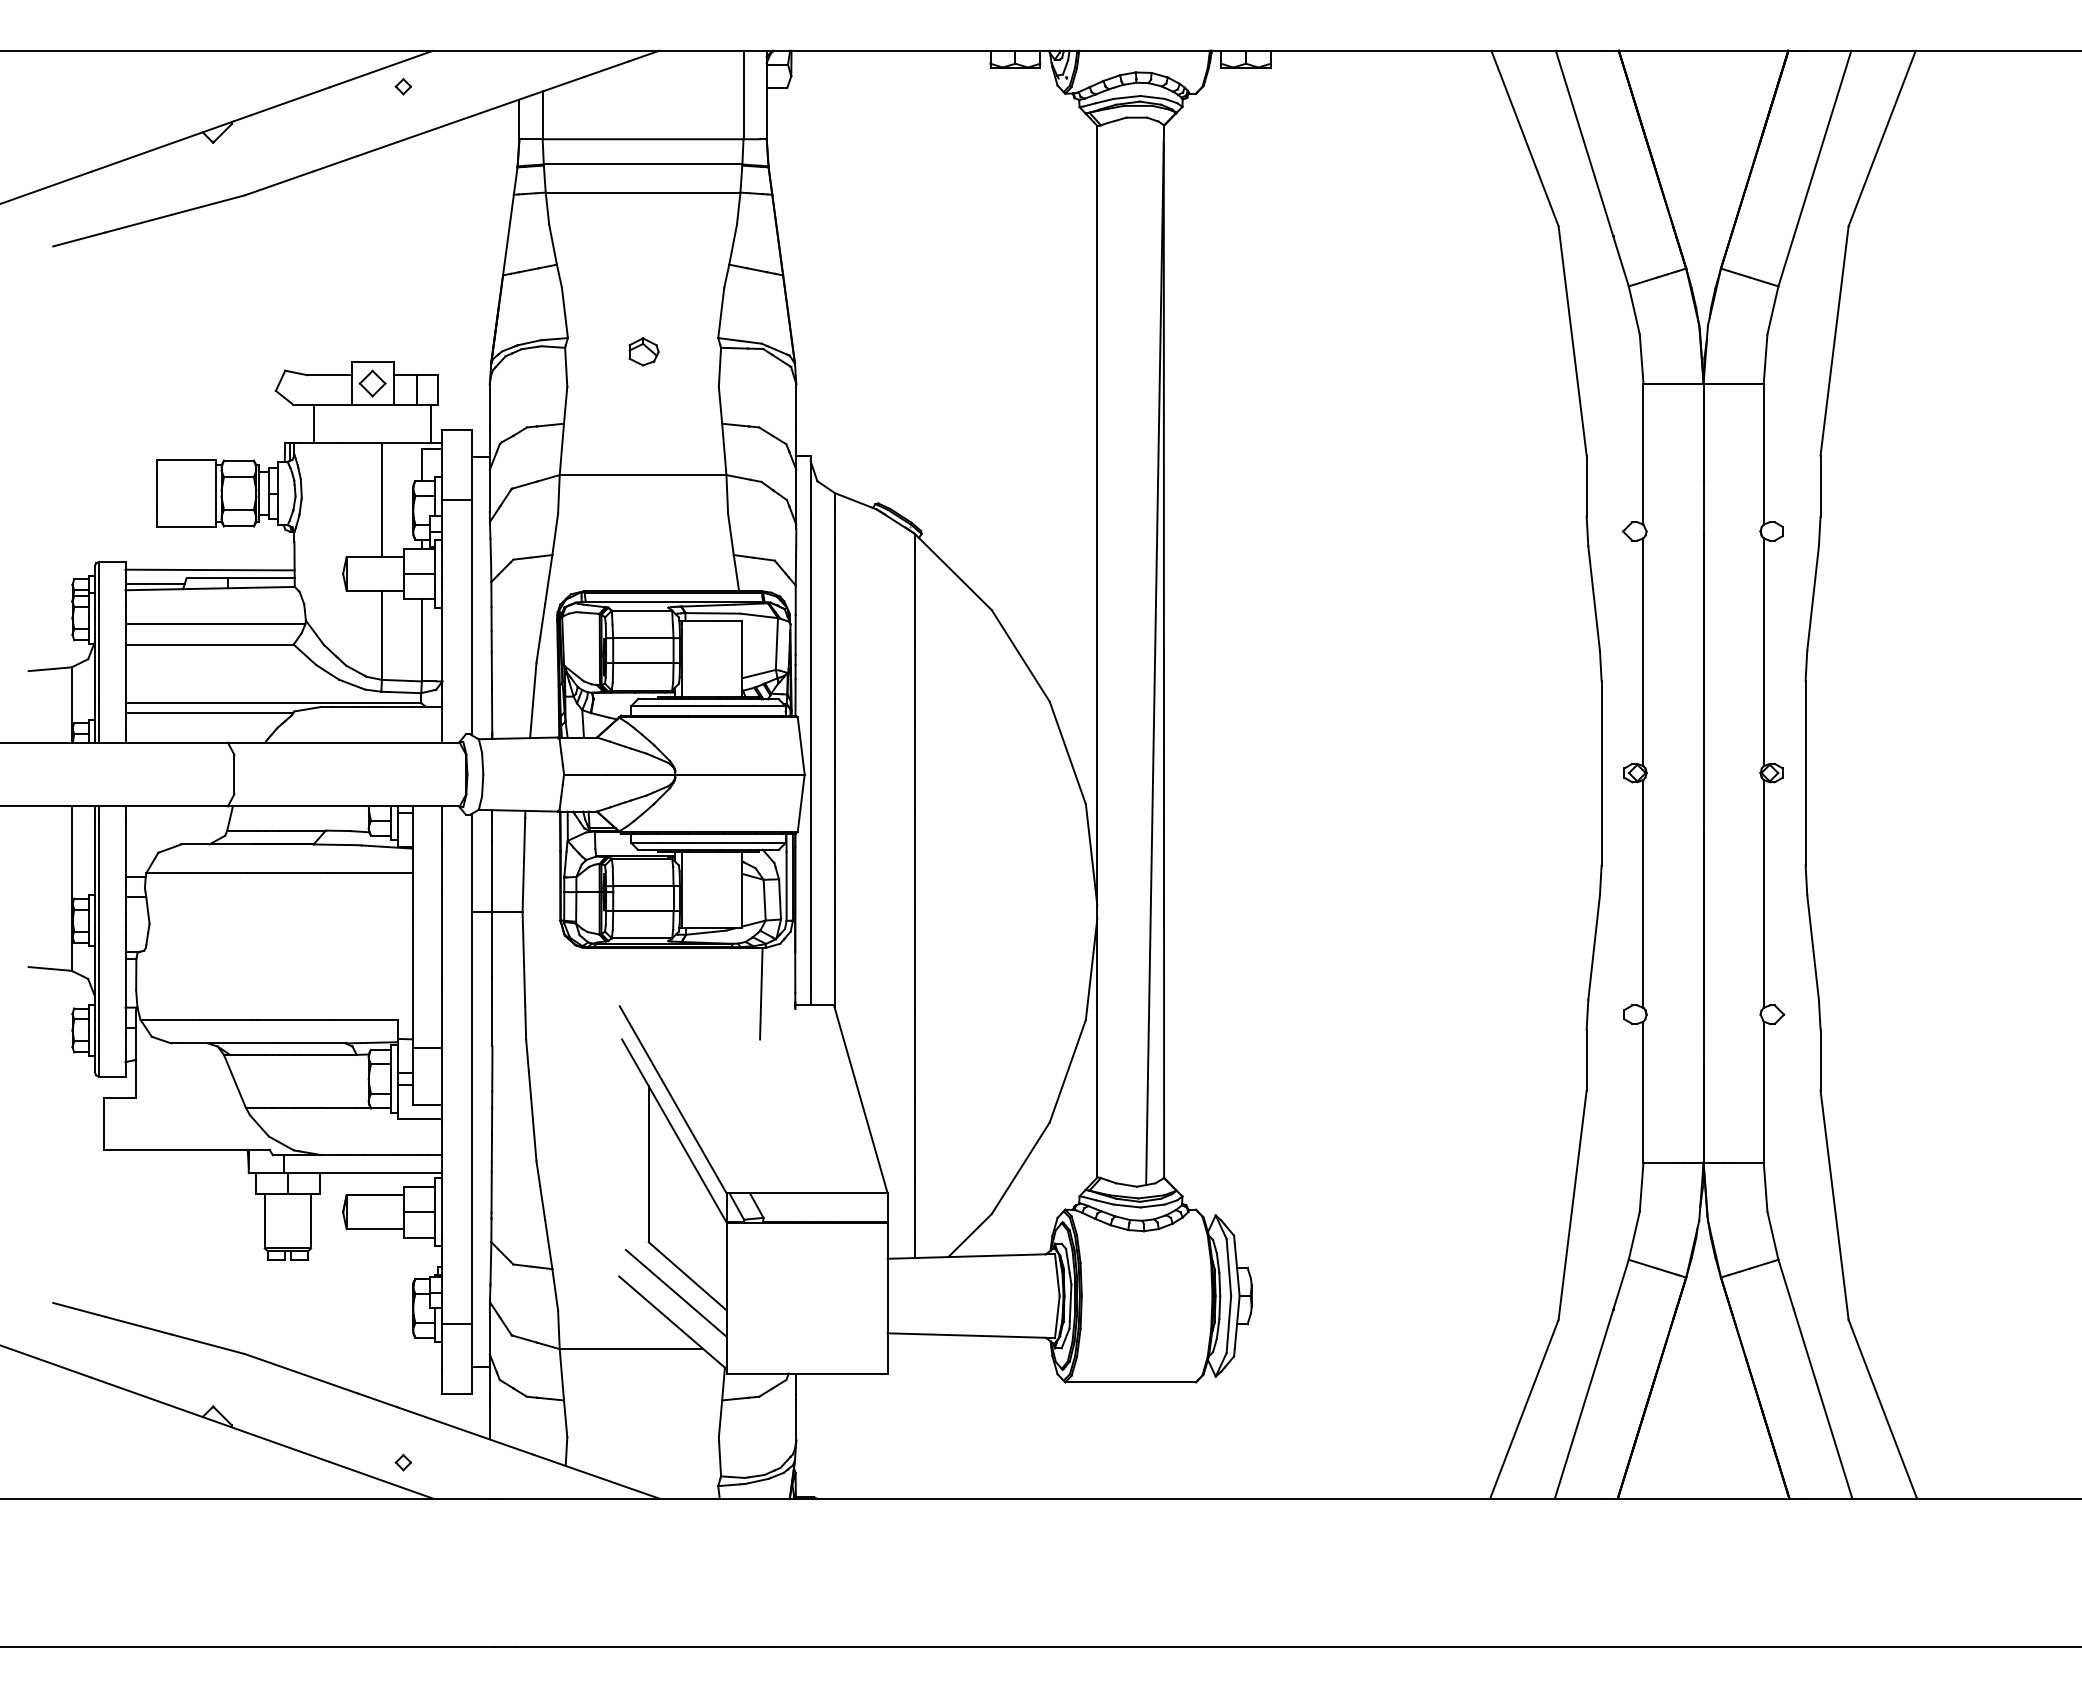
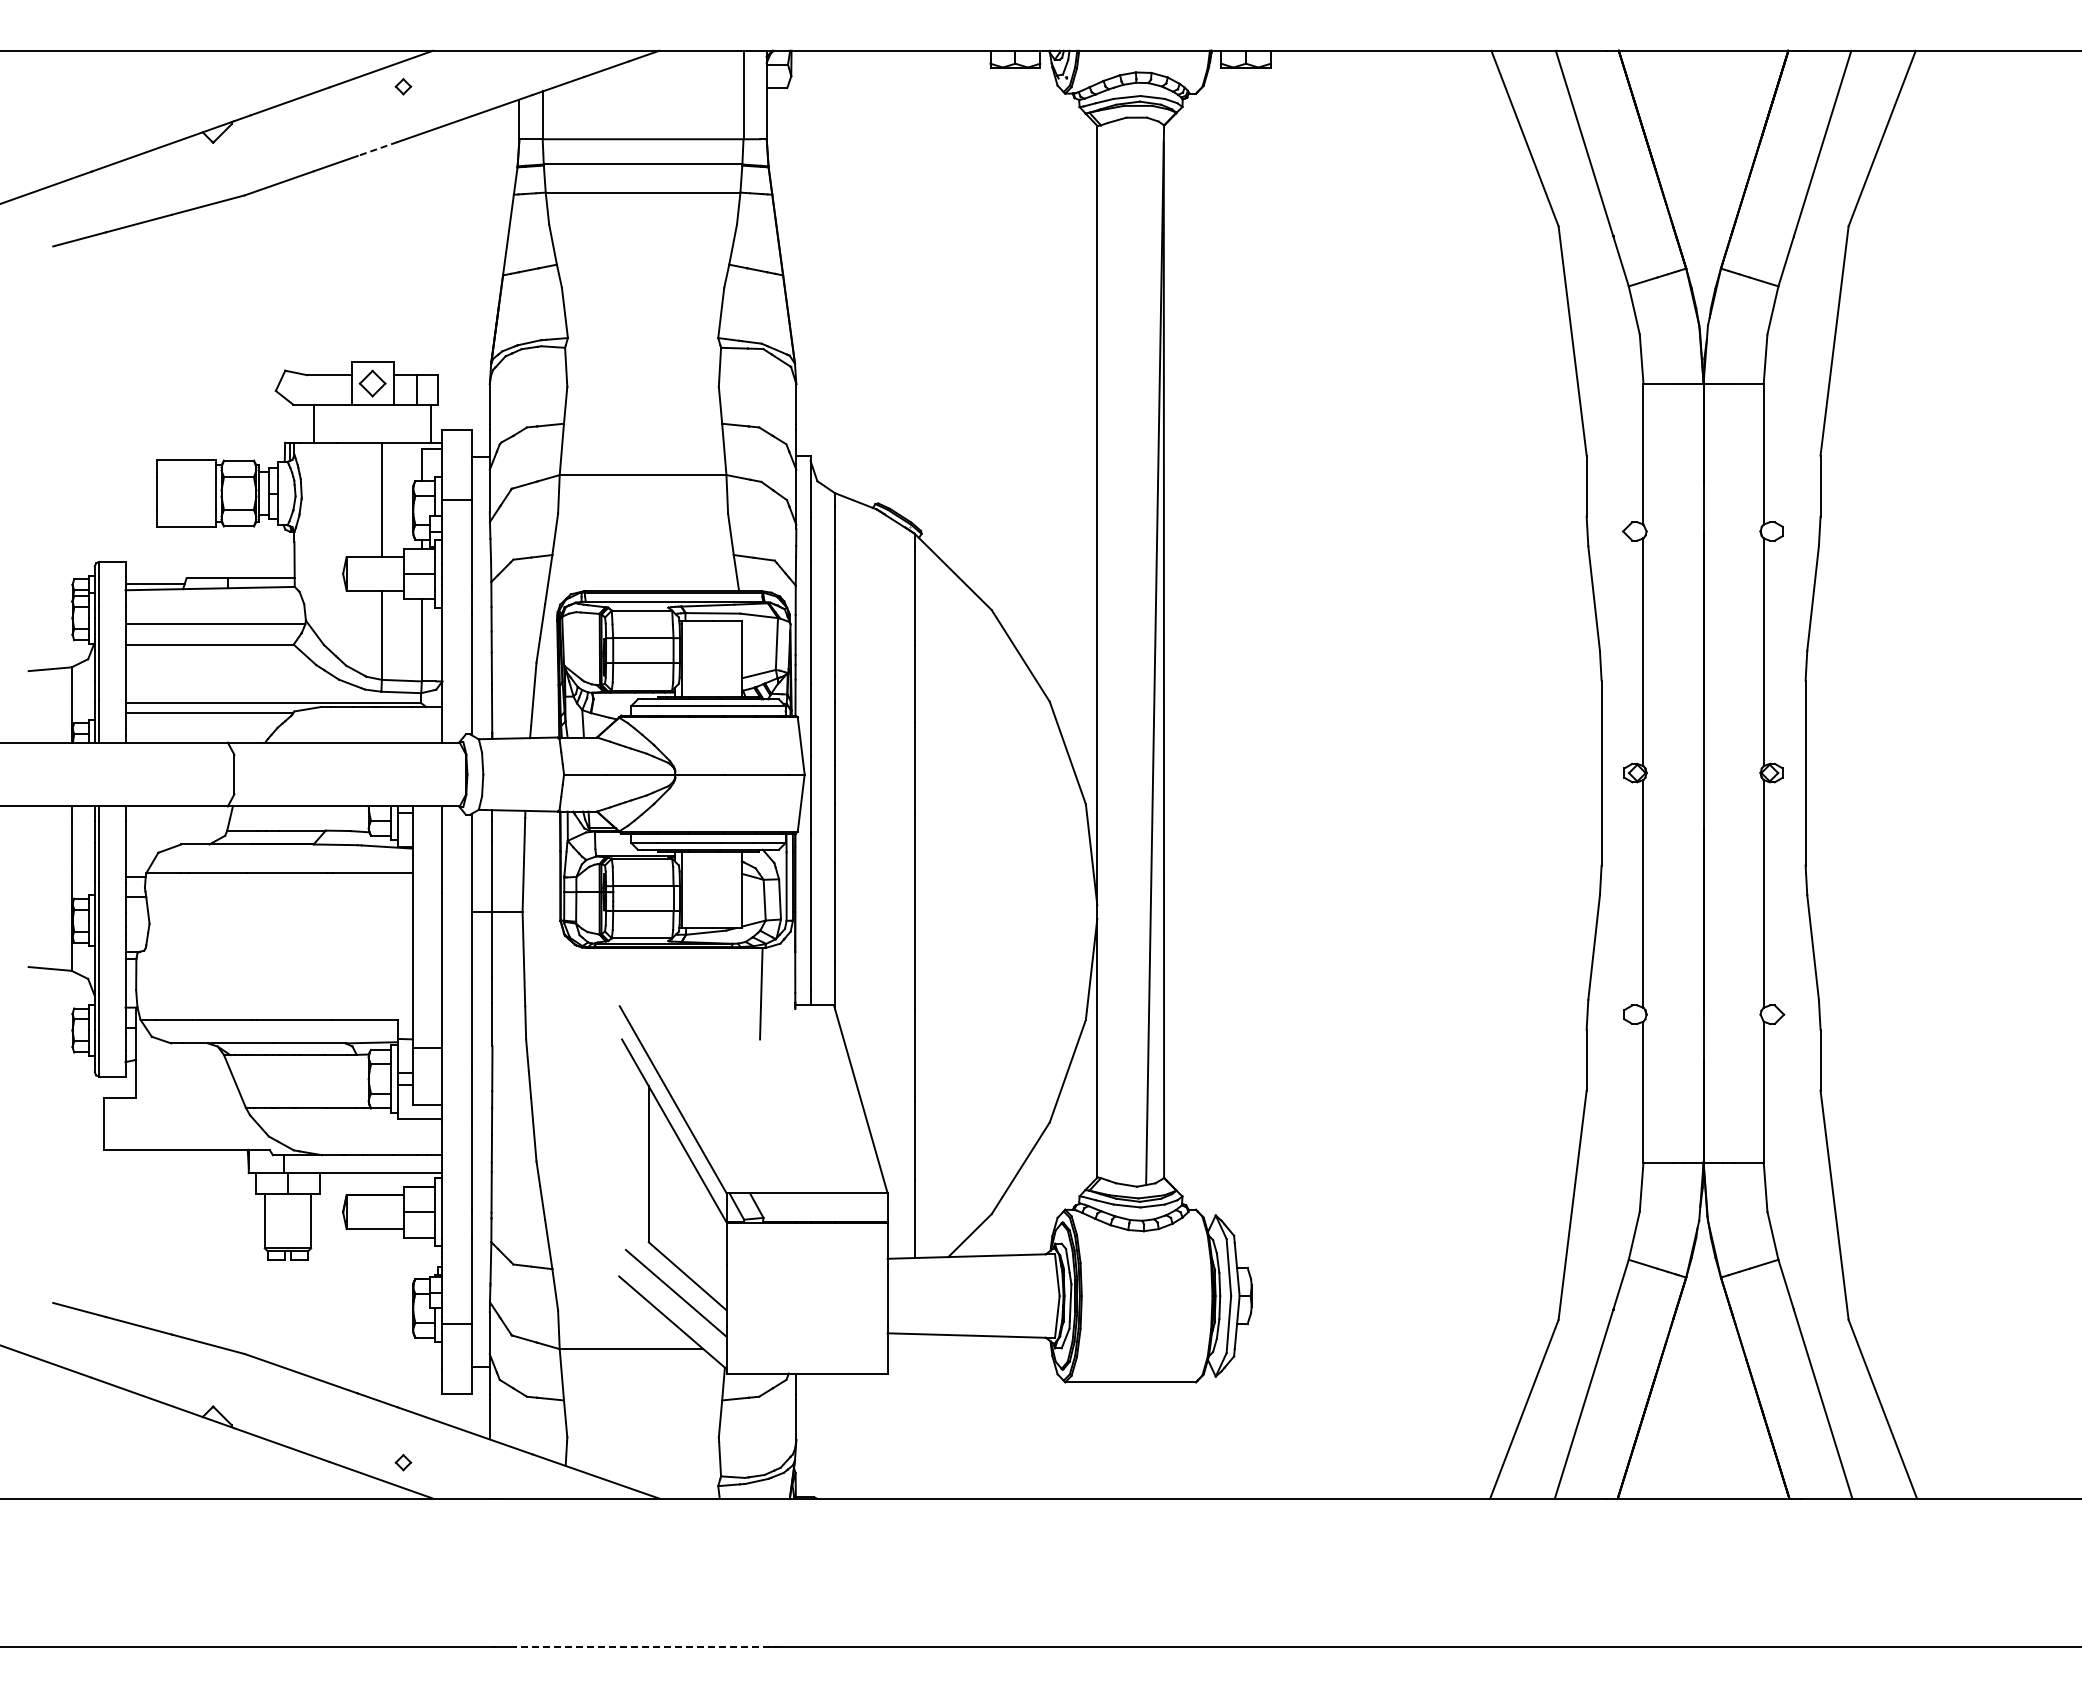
line at (377, 149): solid -> dashed
part at (643, 351): present -> none
line at (209, 569): present -> none
line at (643, 1647): solid -> dashed
